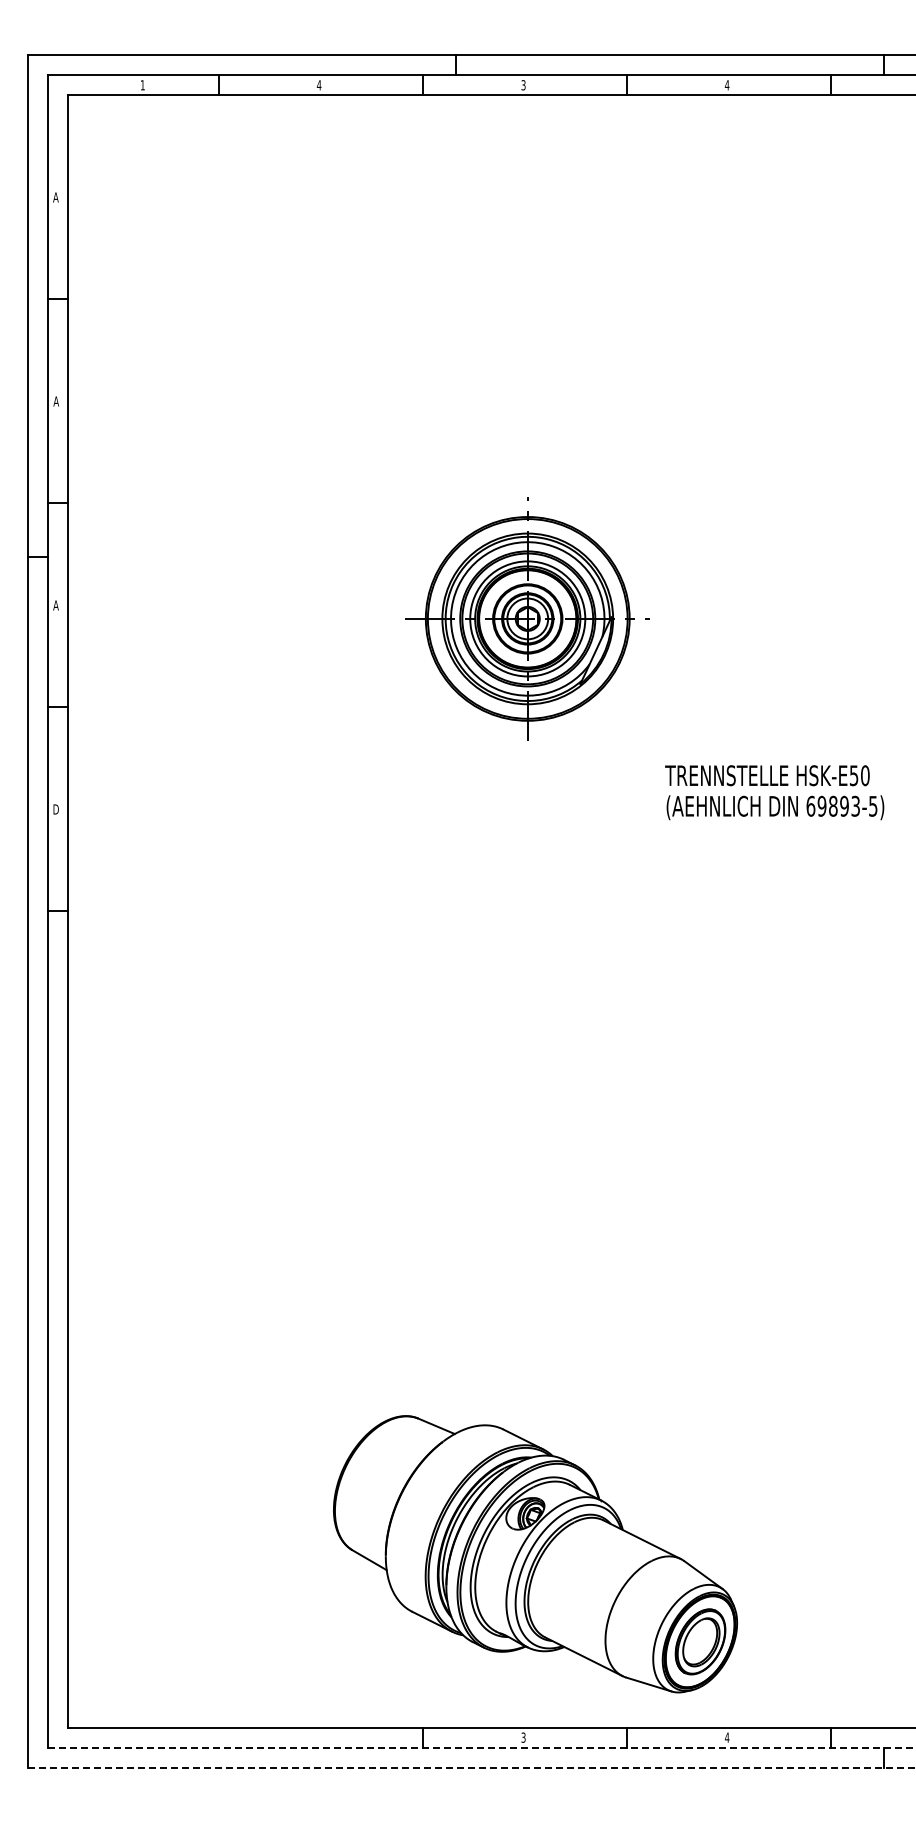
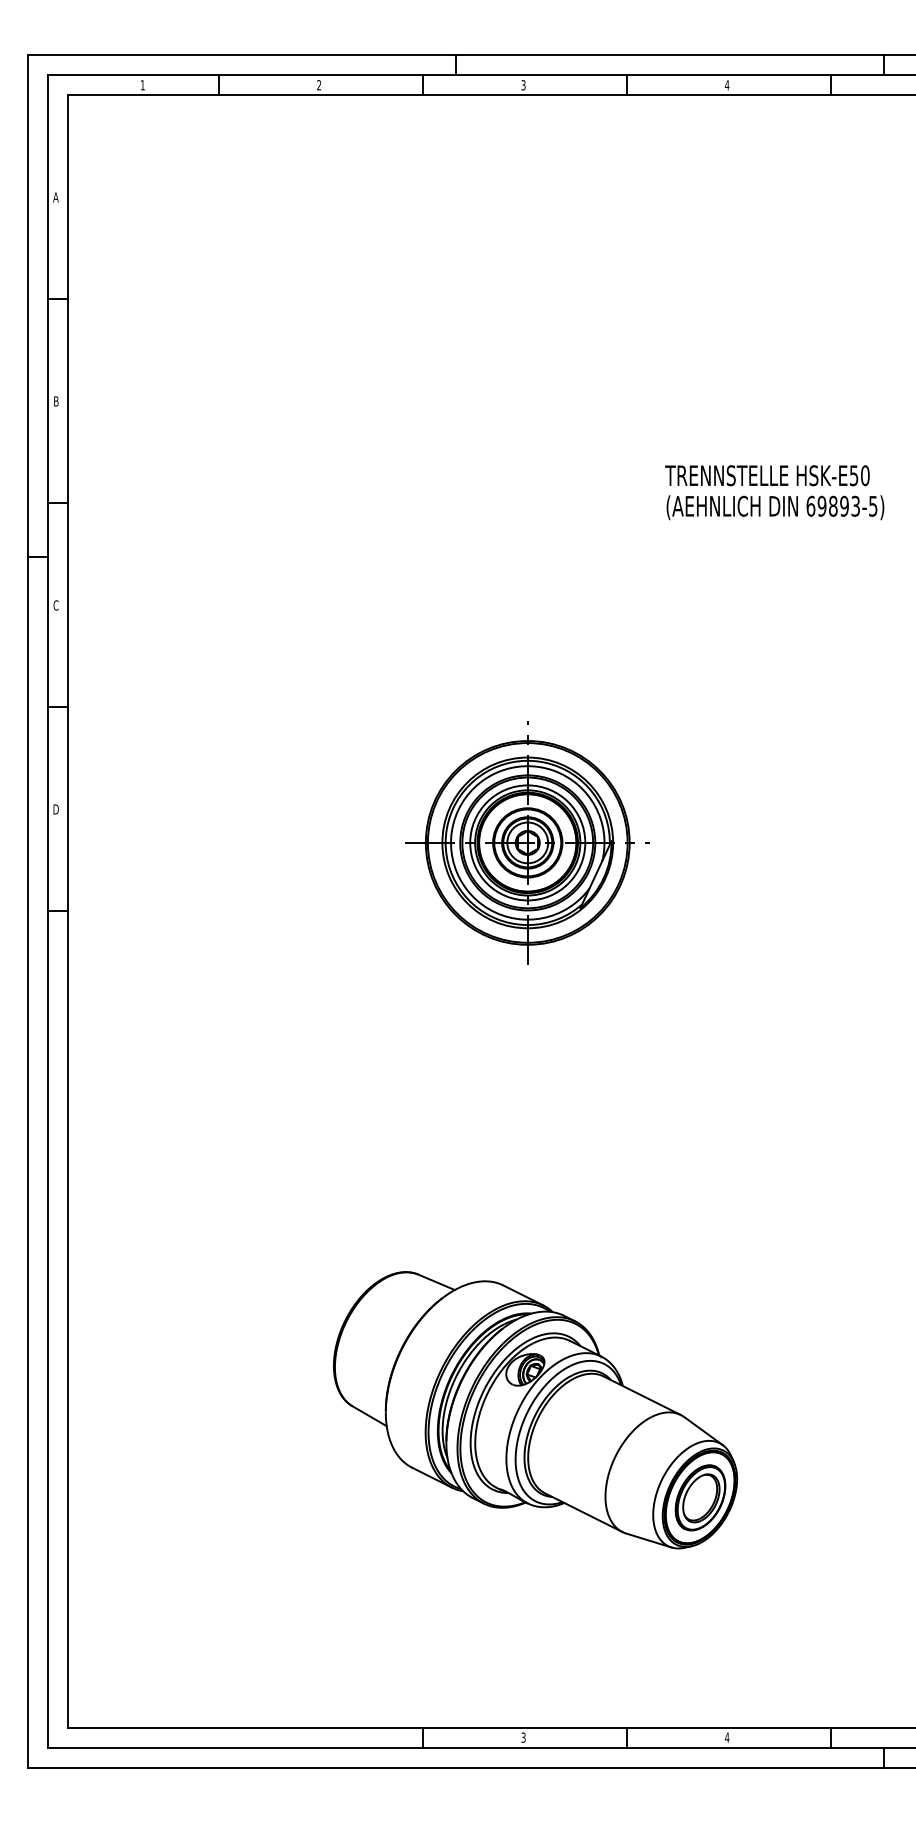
text at (318, 85): 4 -> 2
text at (55, 401): A -> B
text at (55, 605): A -> C
part at (527, 618) position: (527, 618) -> (527, 842)
text at (774, 792) position: (774, 792) -> (774, 492)
part at (535, 1554) position: (535, 1554) -> (535, 1410)
line at (482, 1747): dashed -> solid
line at (471, 1768): dashed -> solid
